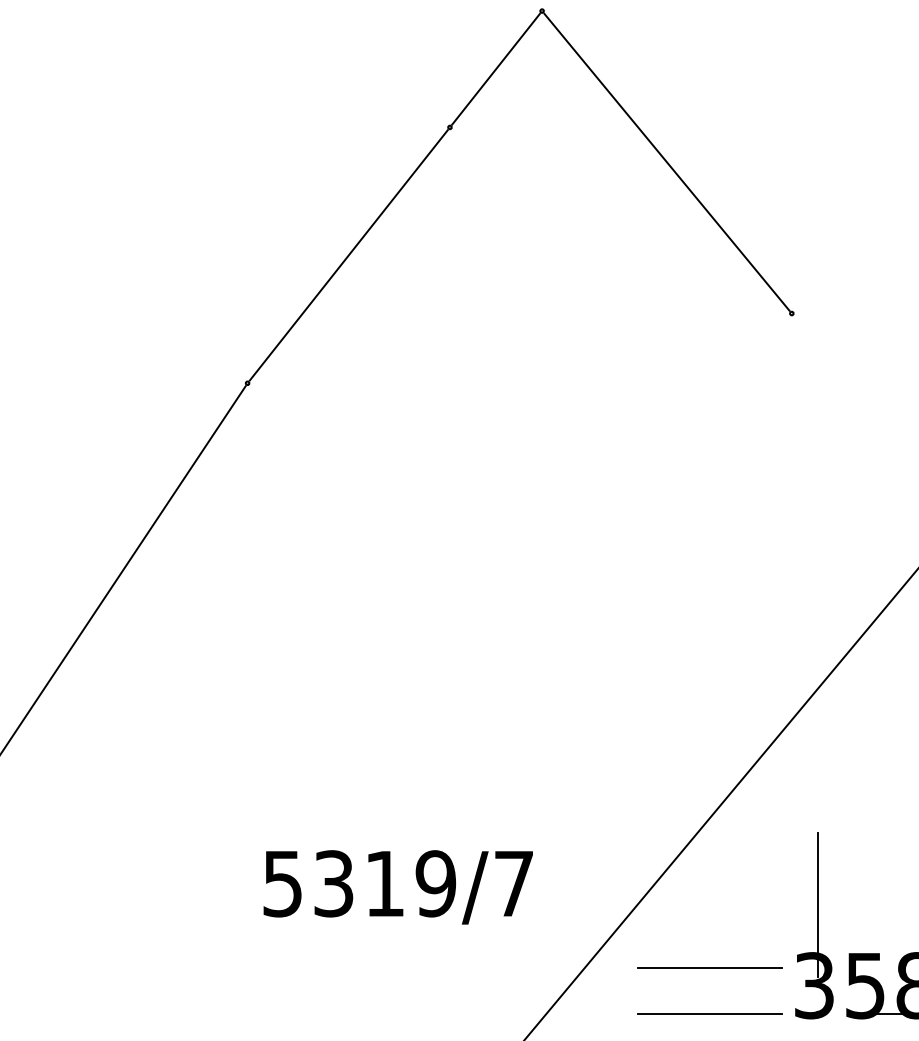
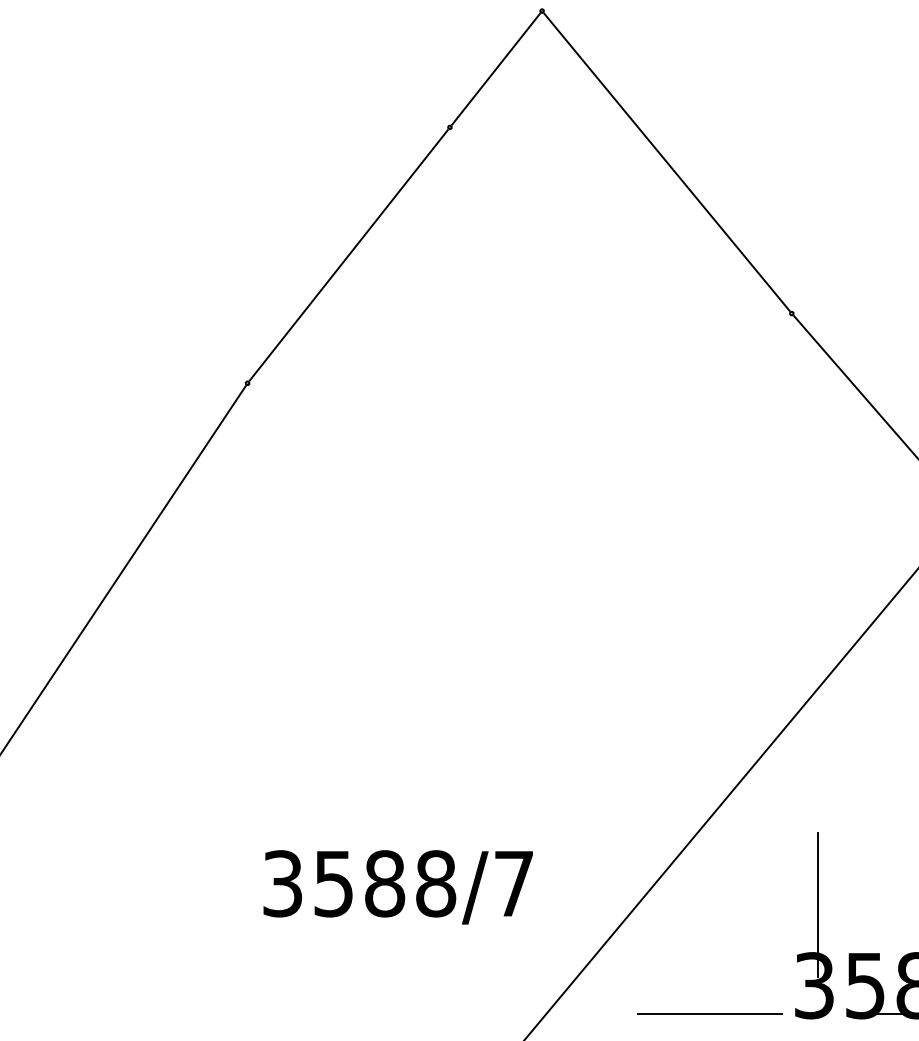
line at (854, 386): none -> present
text at (359, 883): 5319/7 -> 3588/7
line at (709, 967): present -> none
